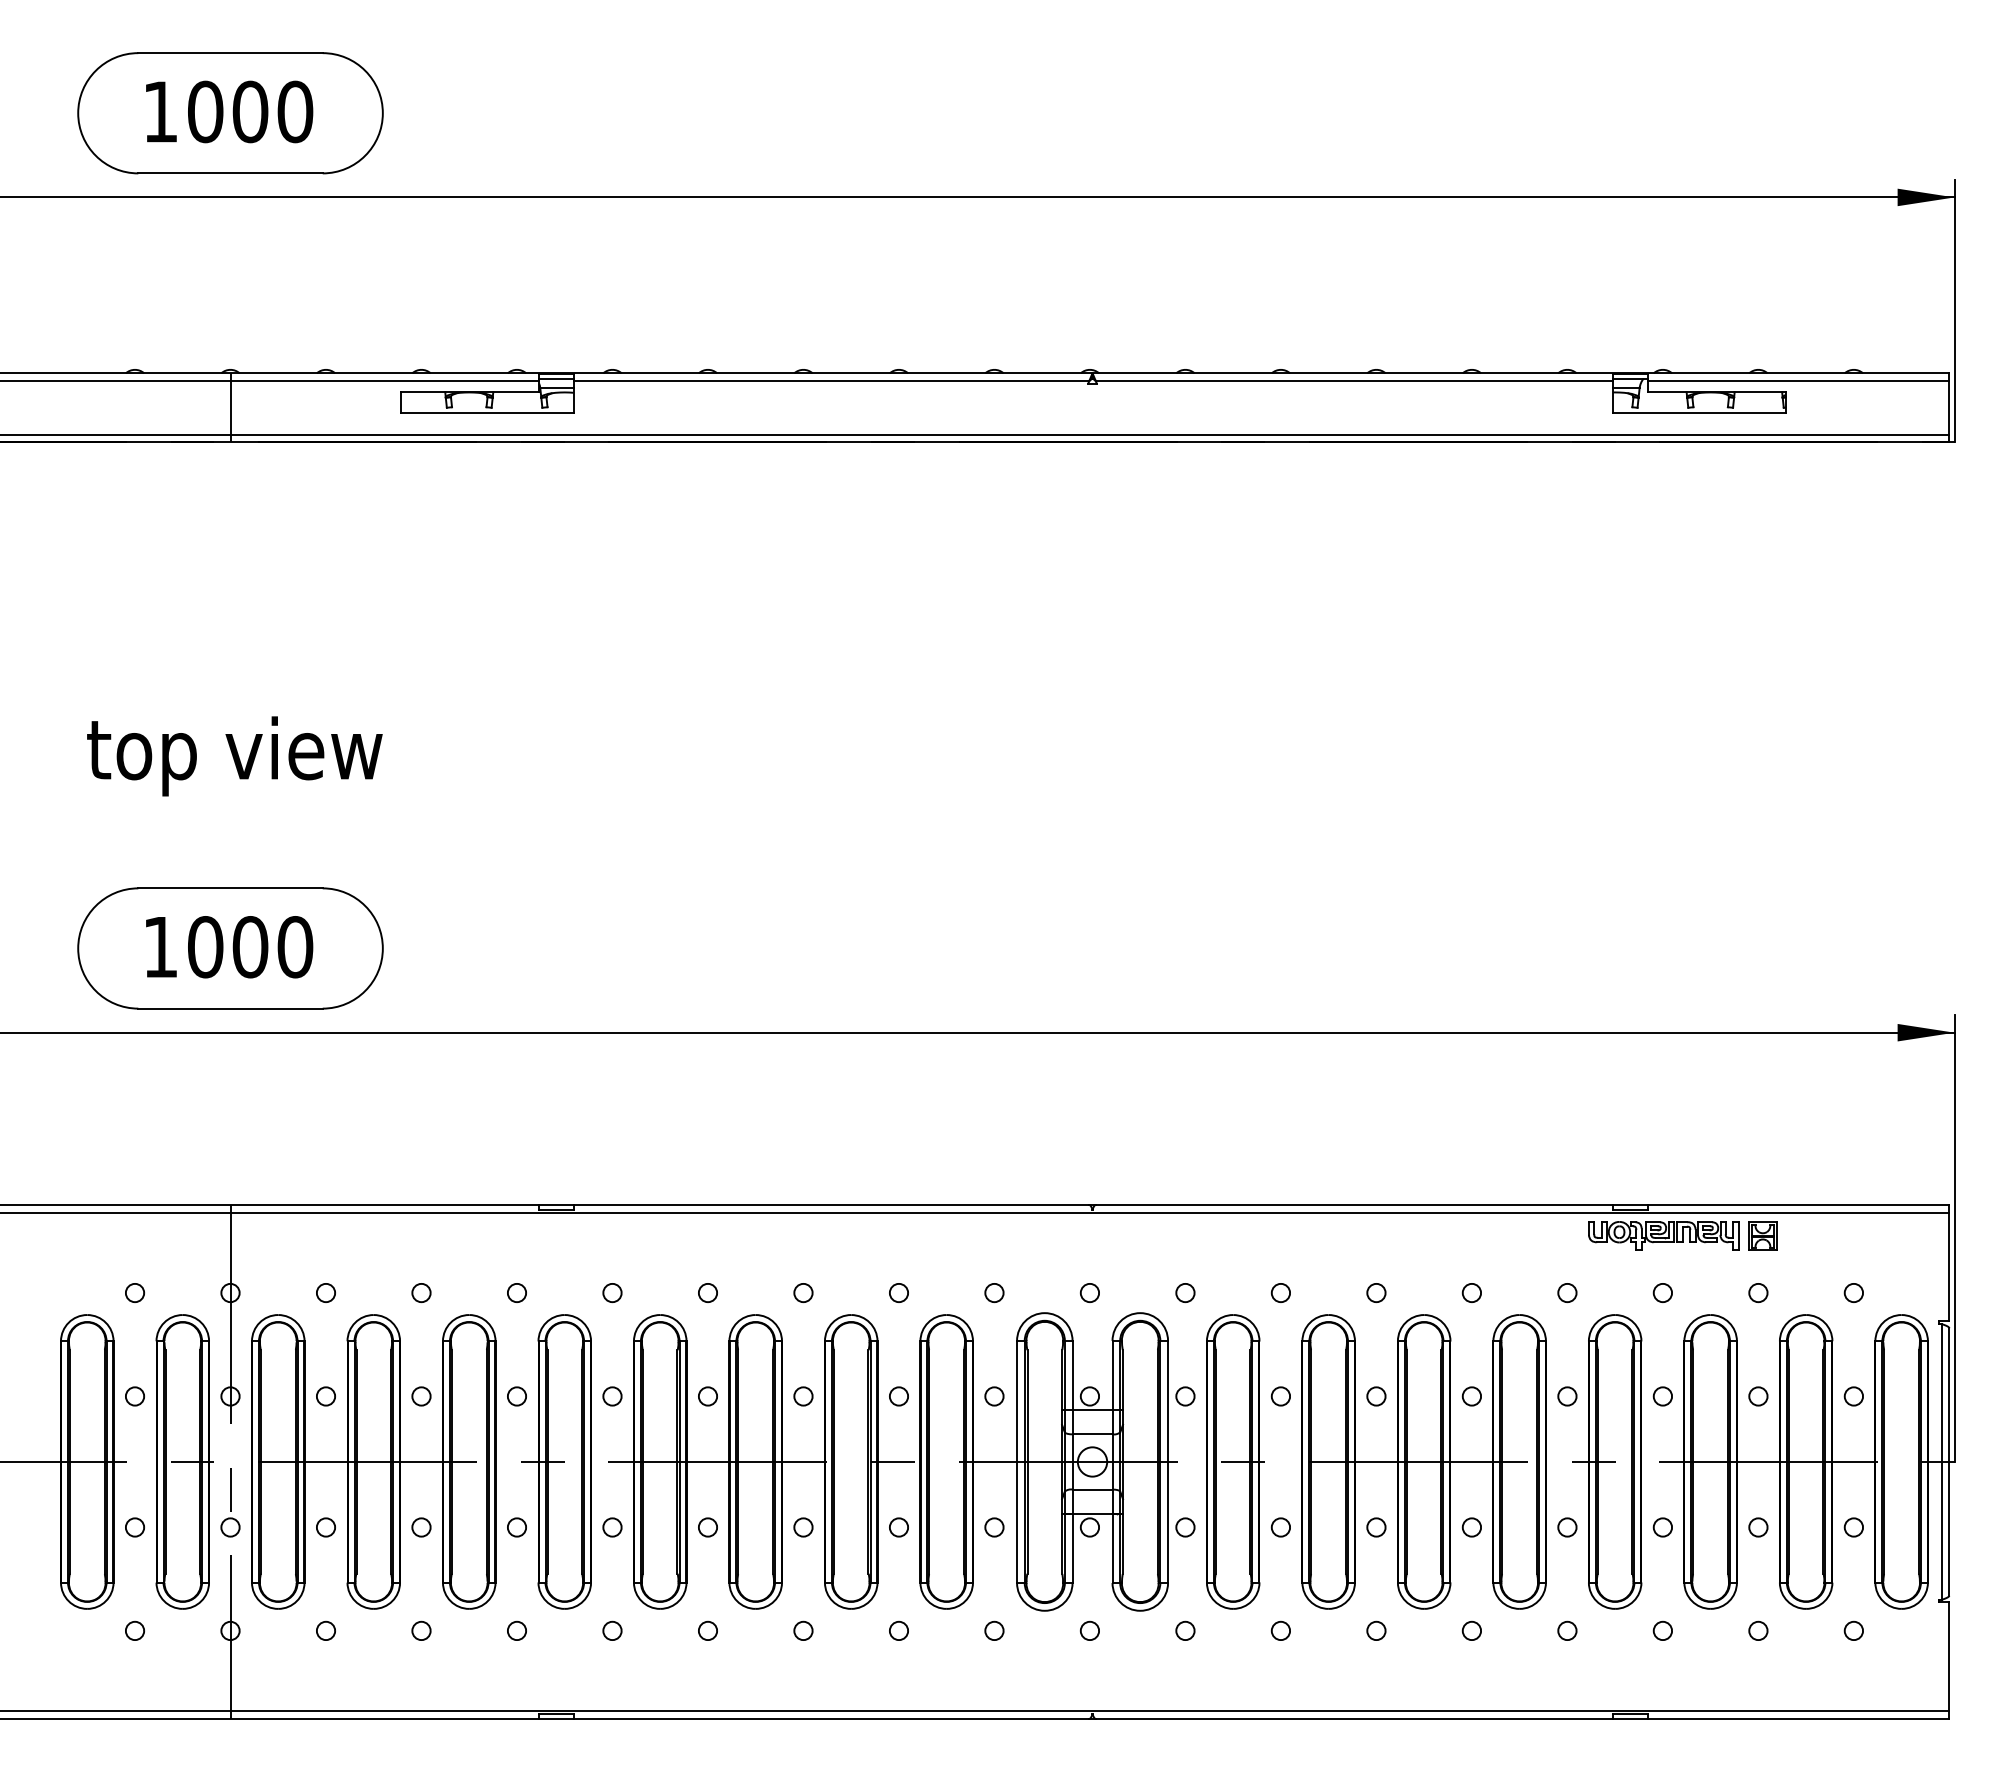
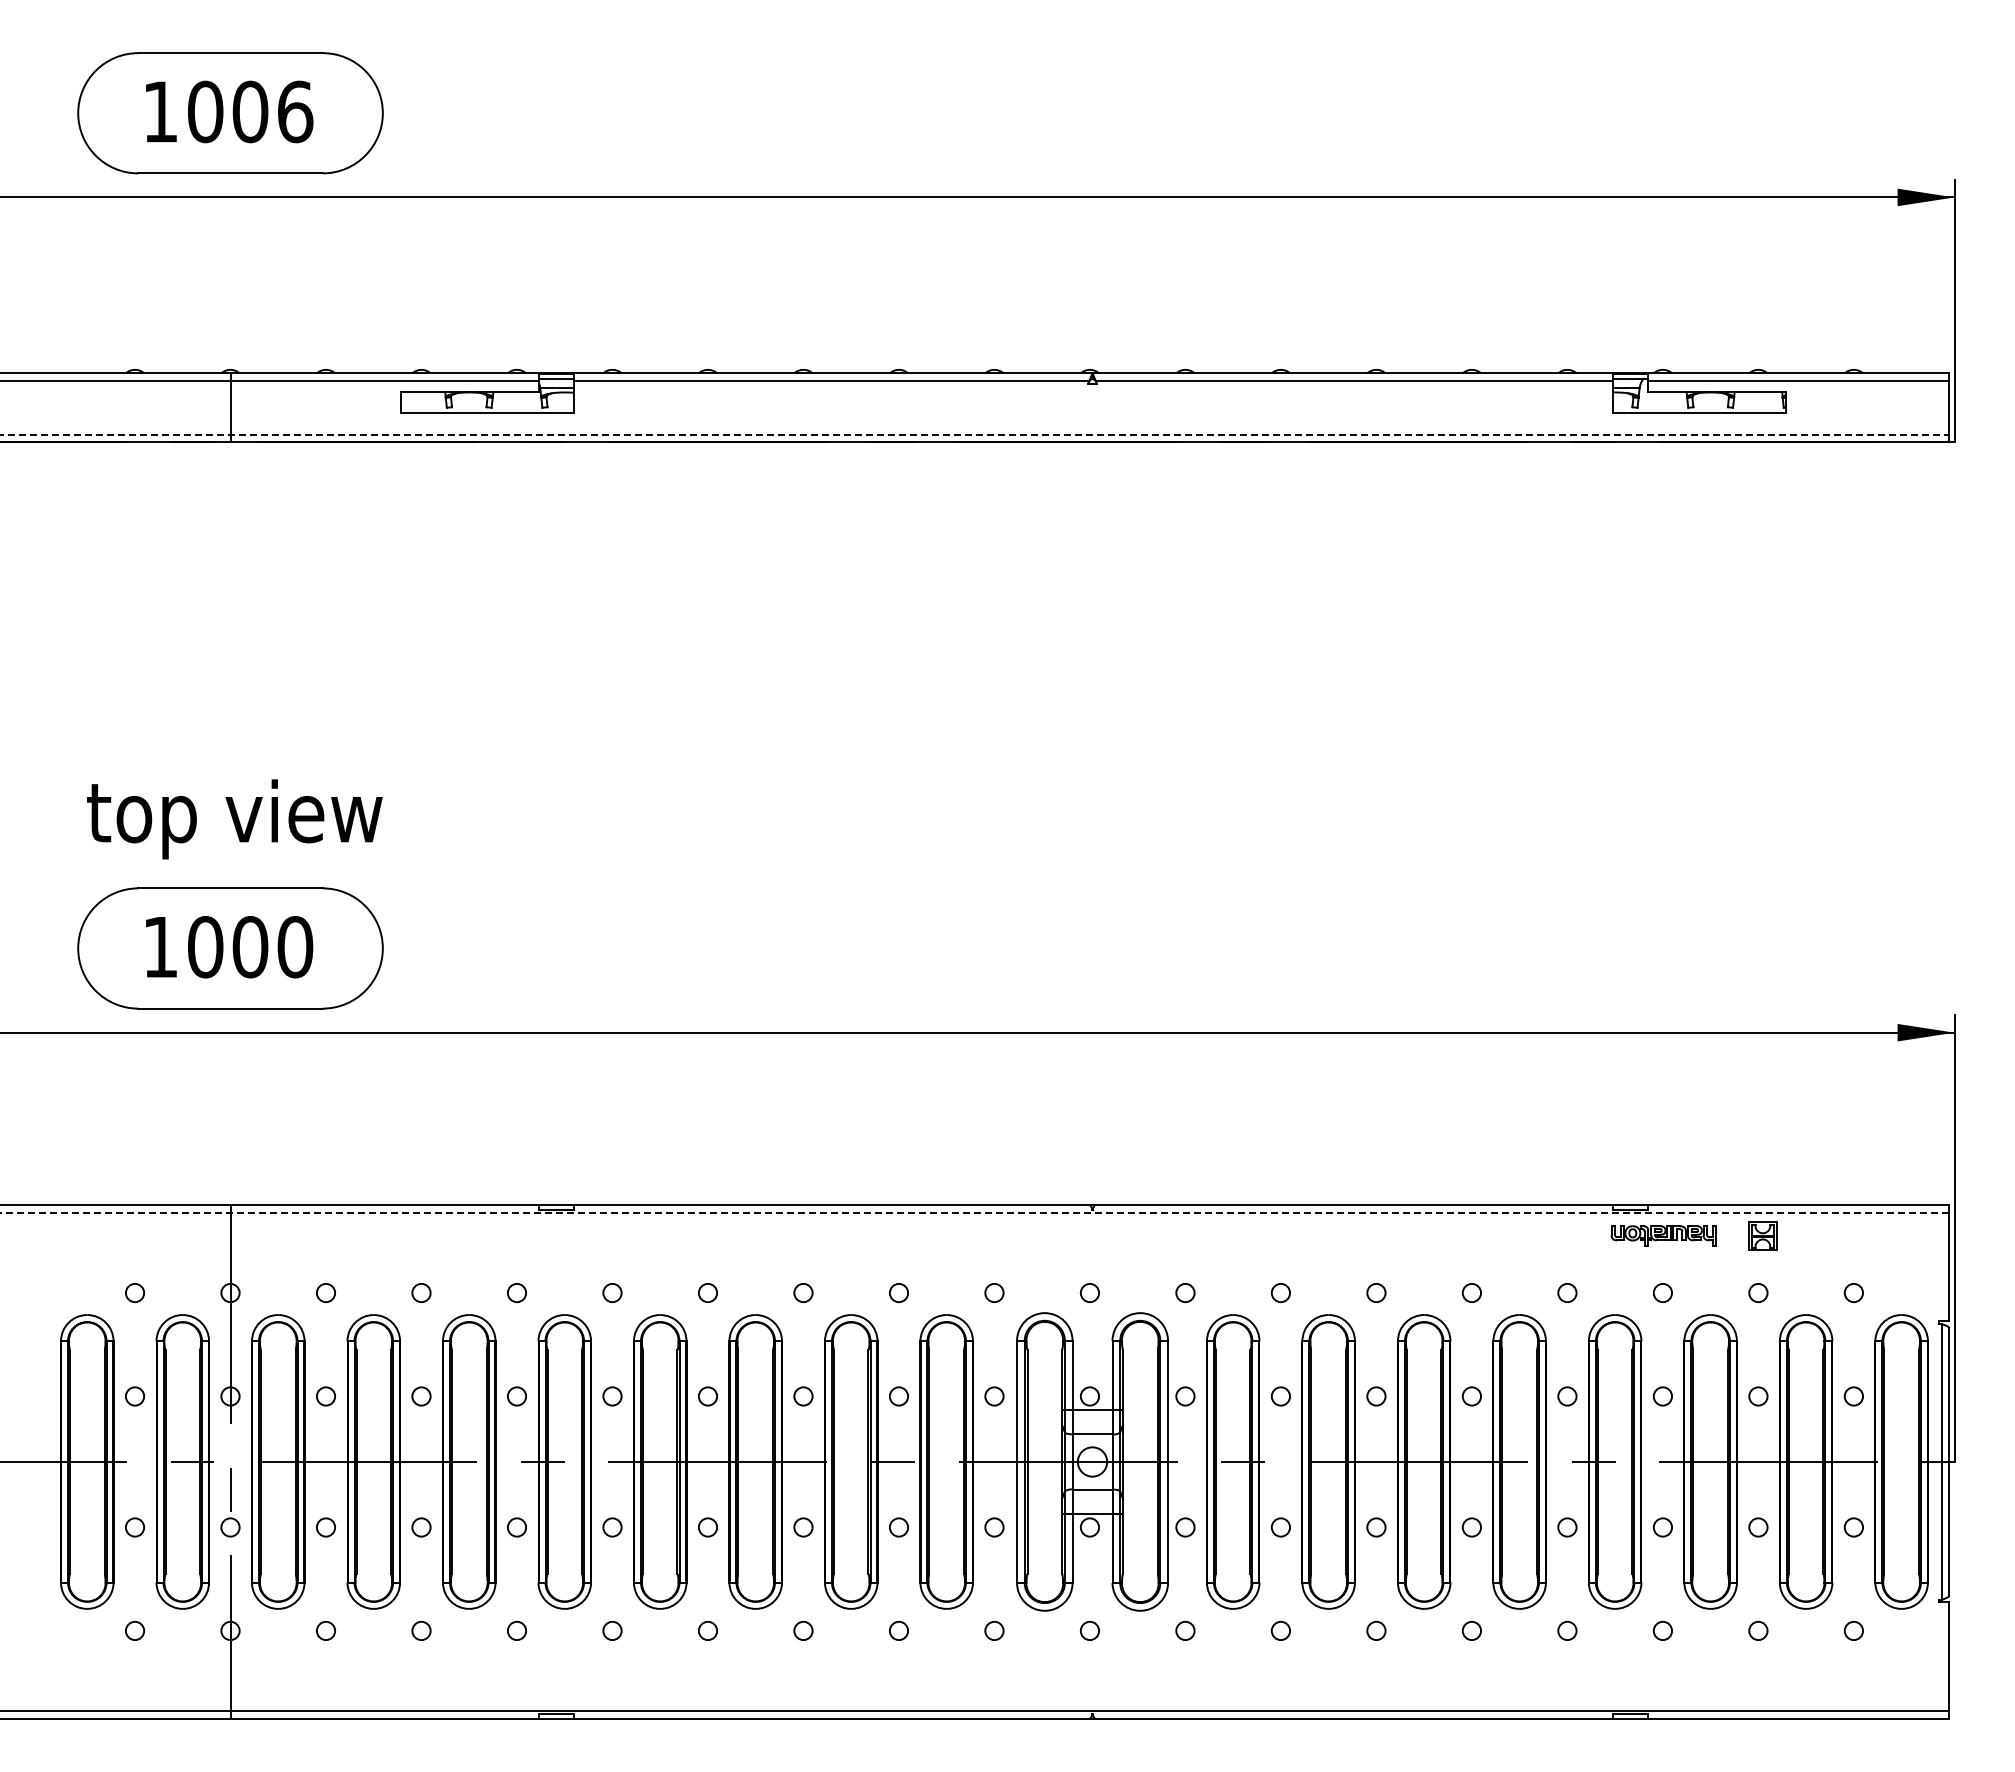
text at (295, 111): 1000 -> 1006
line at (975, 434): solid -> dashed
text at (234, 756) position: (234, 756) -> (234, 819)
line at (974, 1212): solid -> dashed
part at (1663, 1235) size: 152x30 px -> 107x22 px
